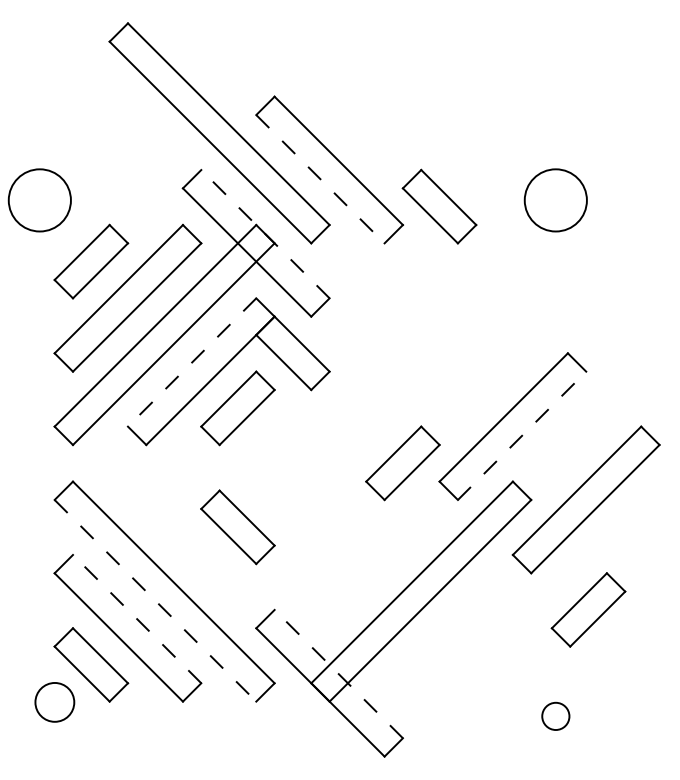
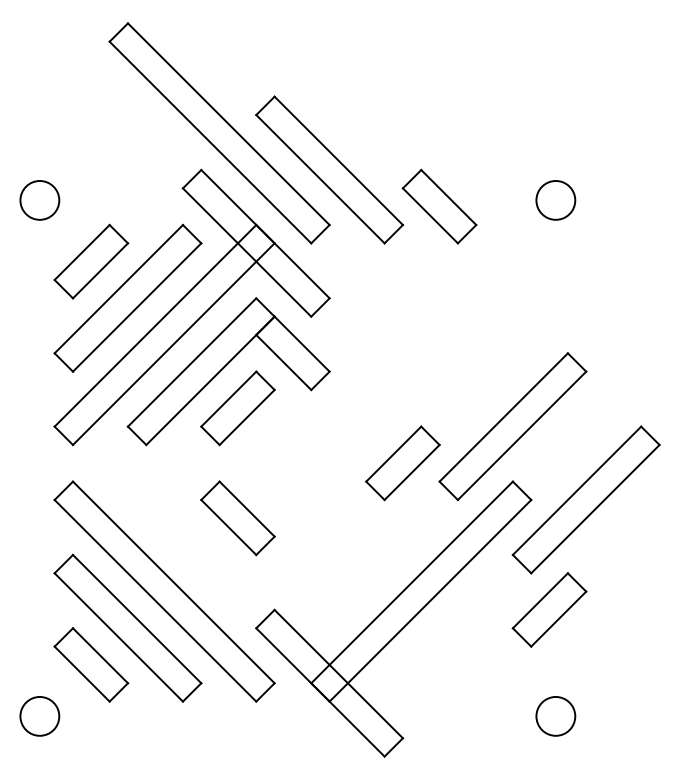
line at (320, 179): dashed -> solid
circle at (39, 200) diameter: 62 px -> 39 px
circle at (555, 200) diameter: 62 px -> 39 px
line at (265, 234): dashed -> solid
line at (192, 362): dashed -> solid
line at (522, 435): dashed -> solid
part at (237, 527) position: (237, 527) -> (237, 518)
line at (155, 600): dashed -> solid
part at (588, 609) position: (588, 609) -> (549, 609)
line at (137, 619): dashed -> solid
line at (338, 674): dashed -> solid
circle at (54, 702) position: (54, 702) -> (39, 716)
circle at (555, 716) diameter: 27 px -> 39 px
